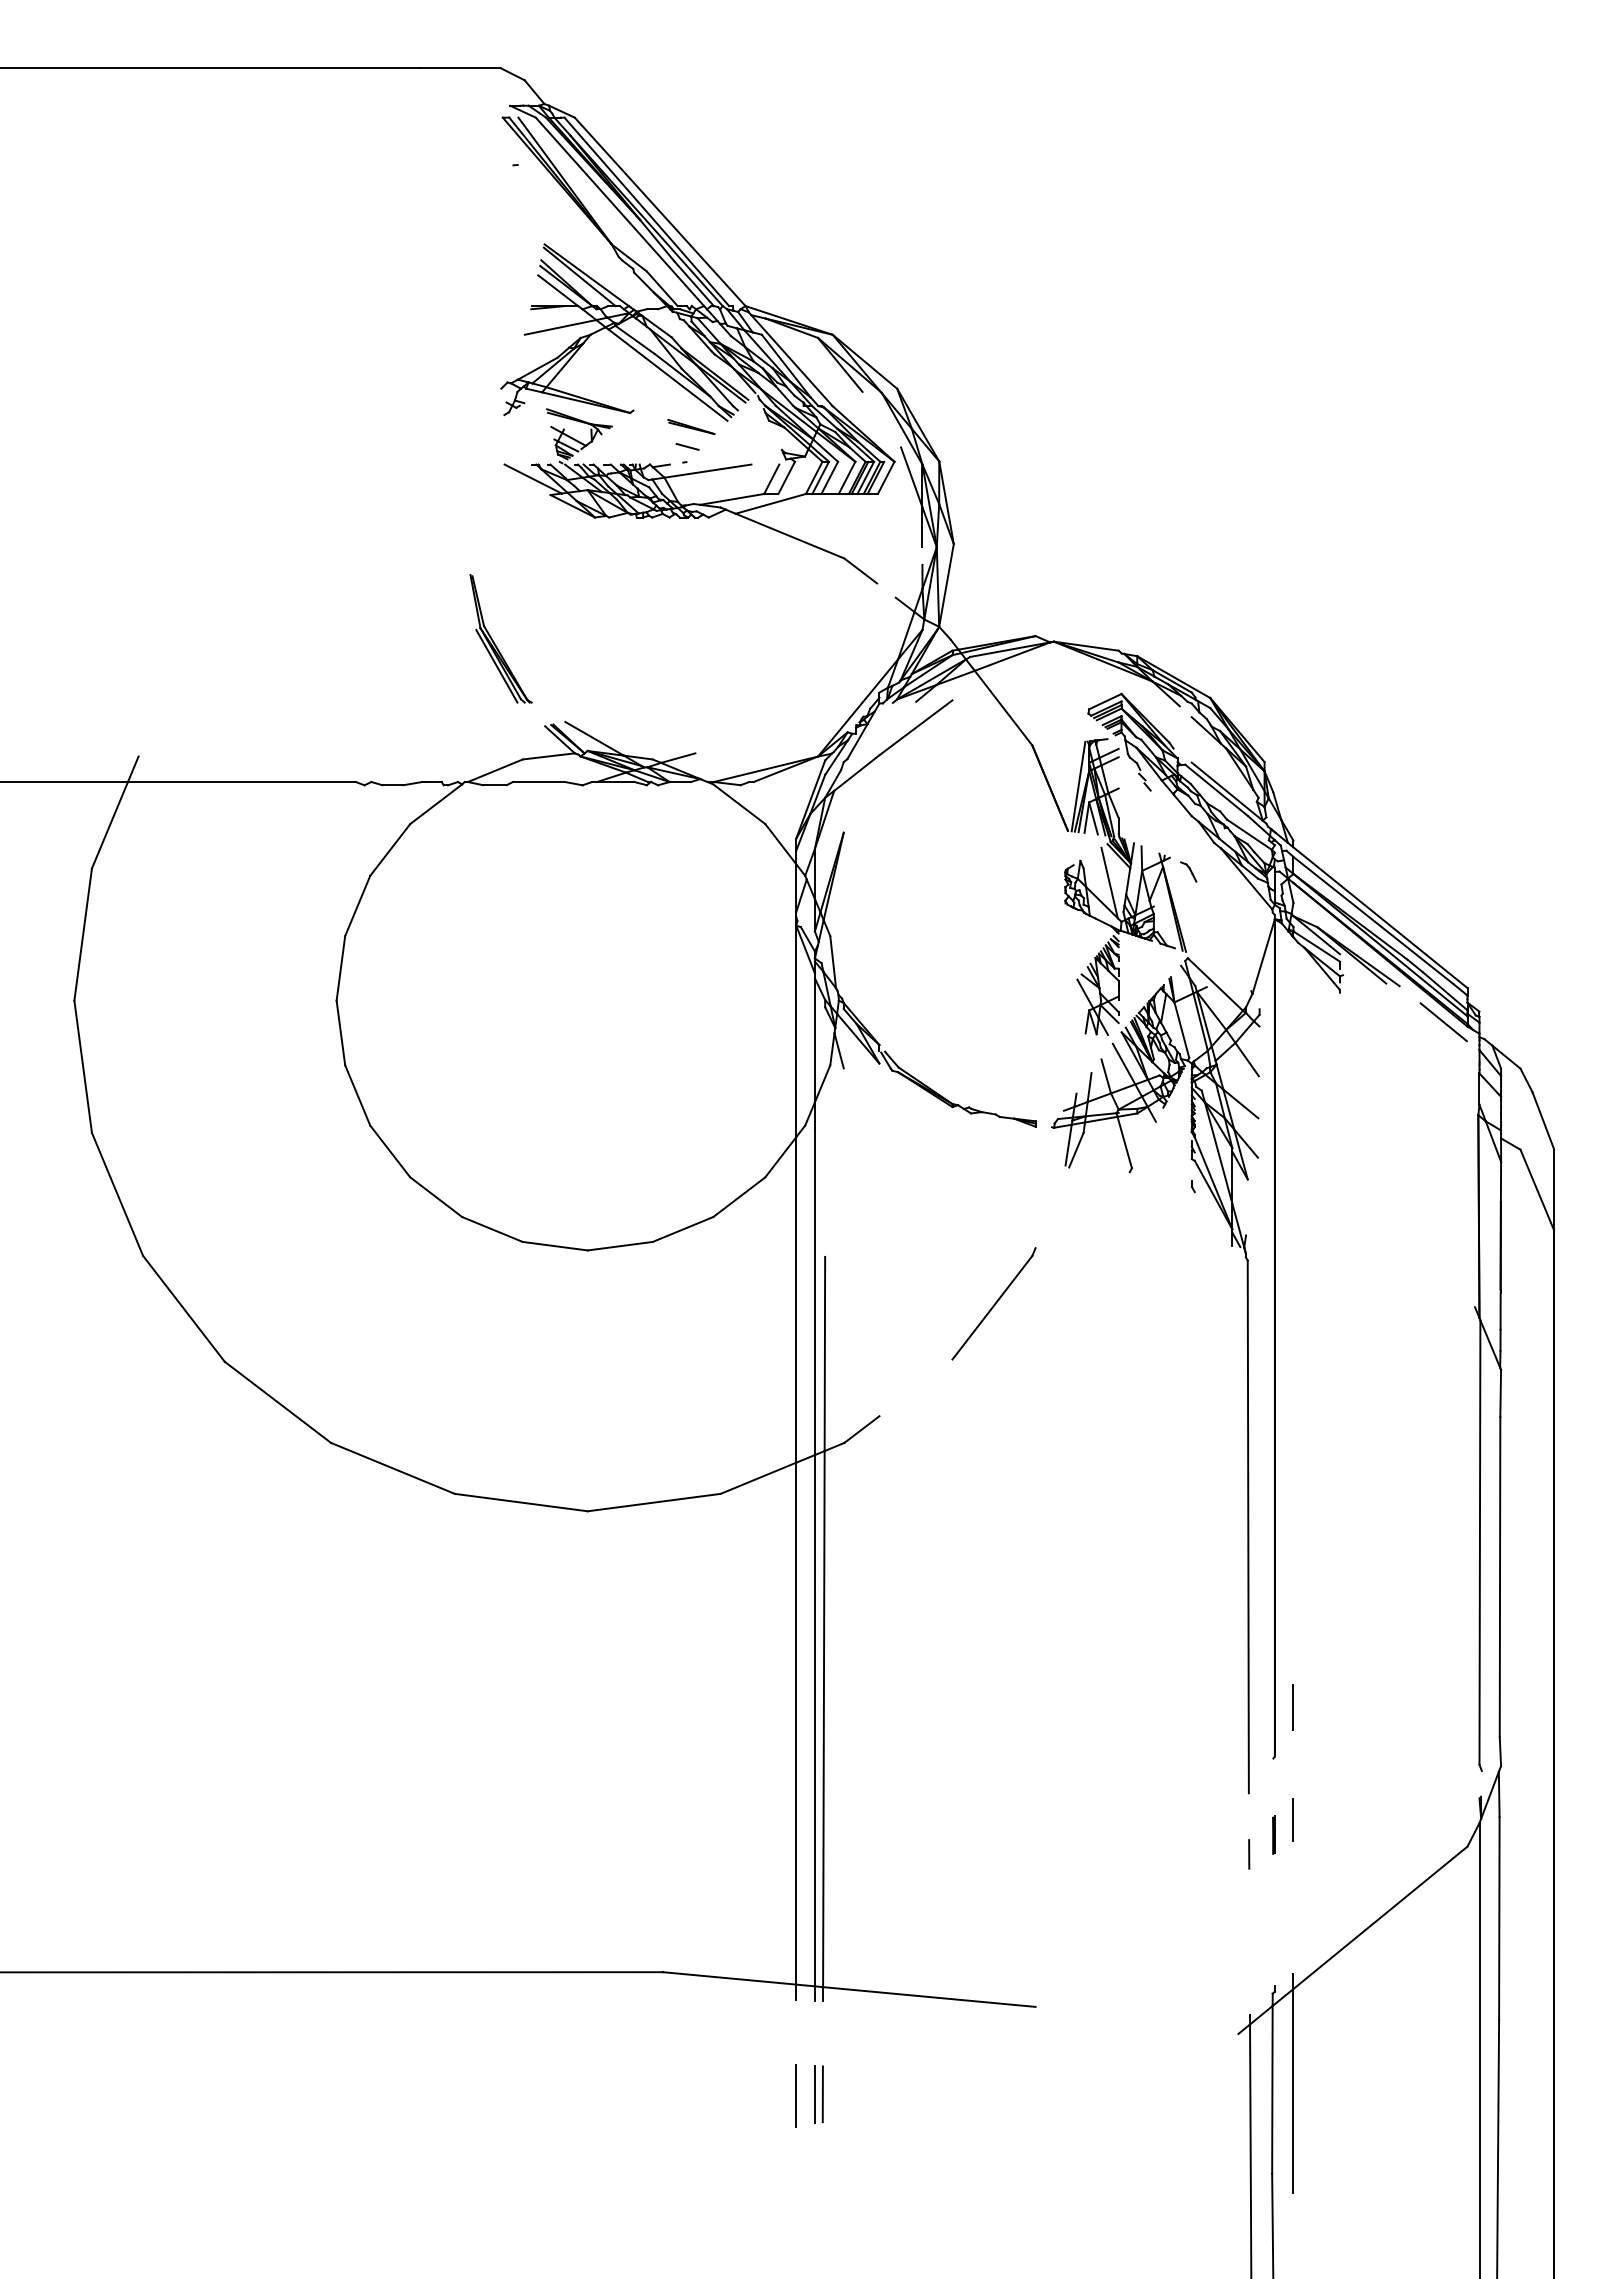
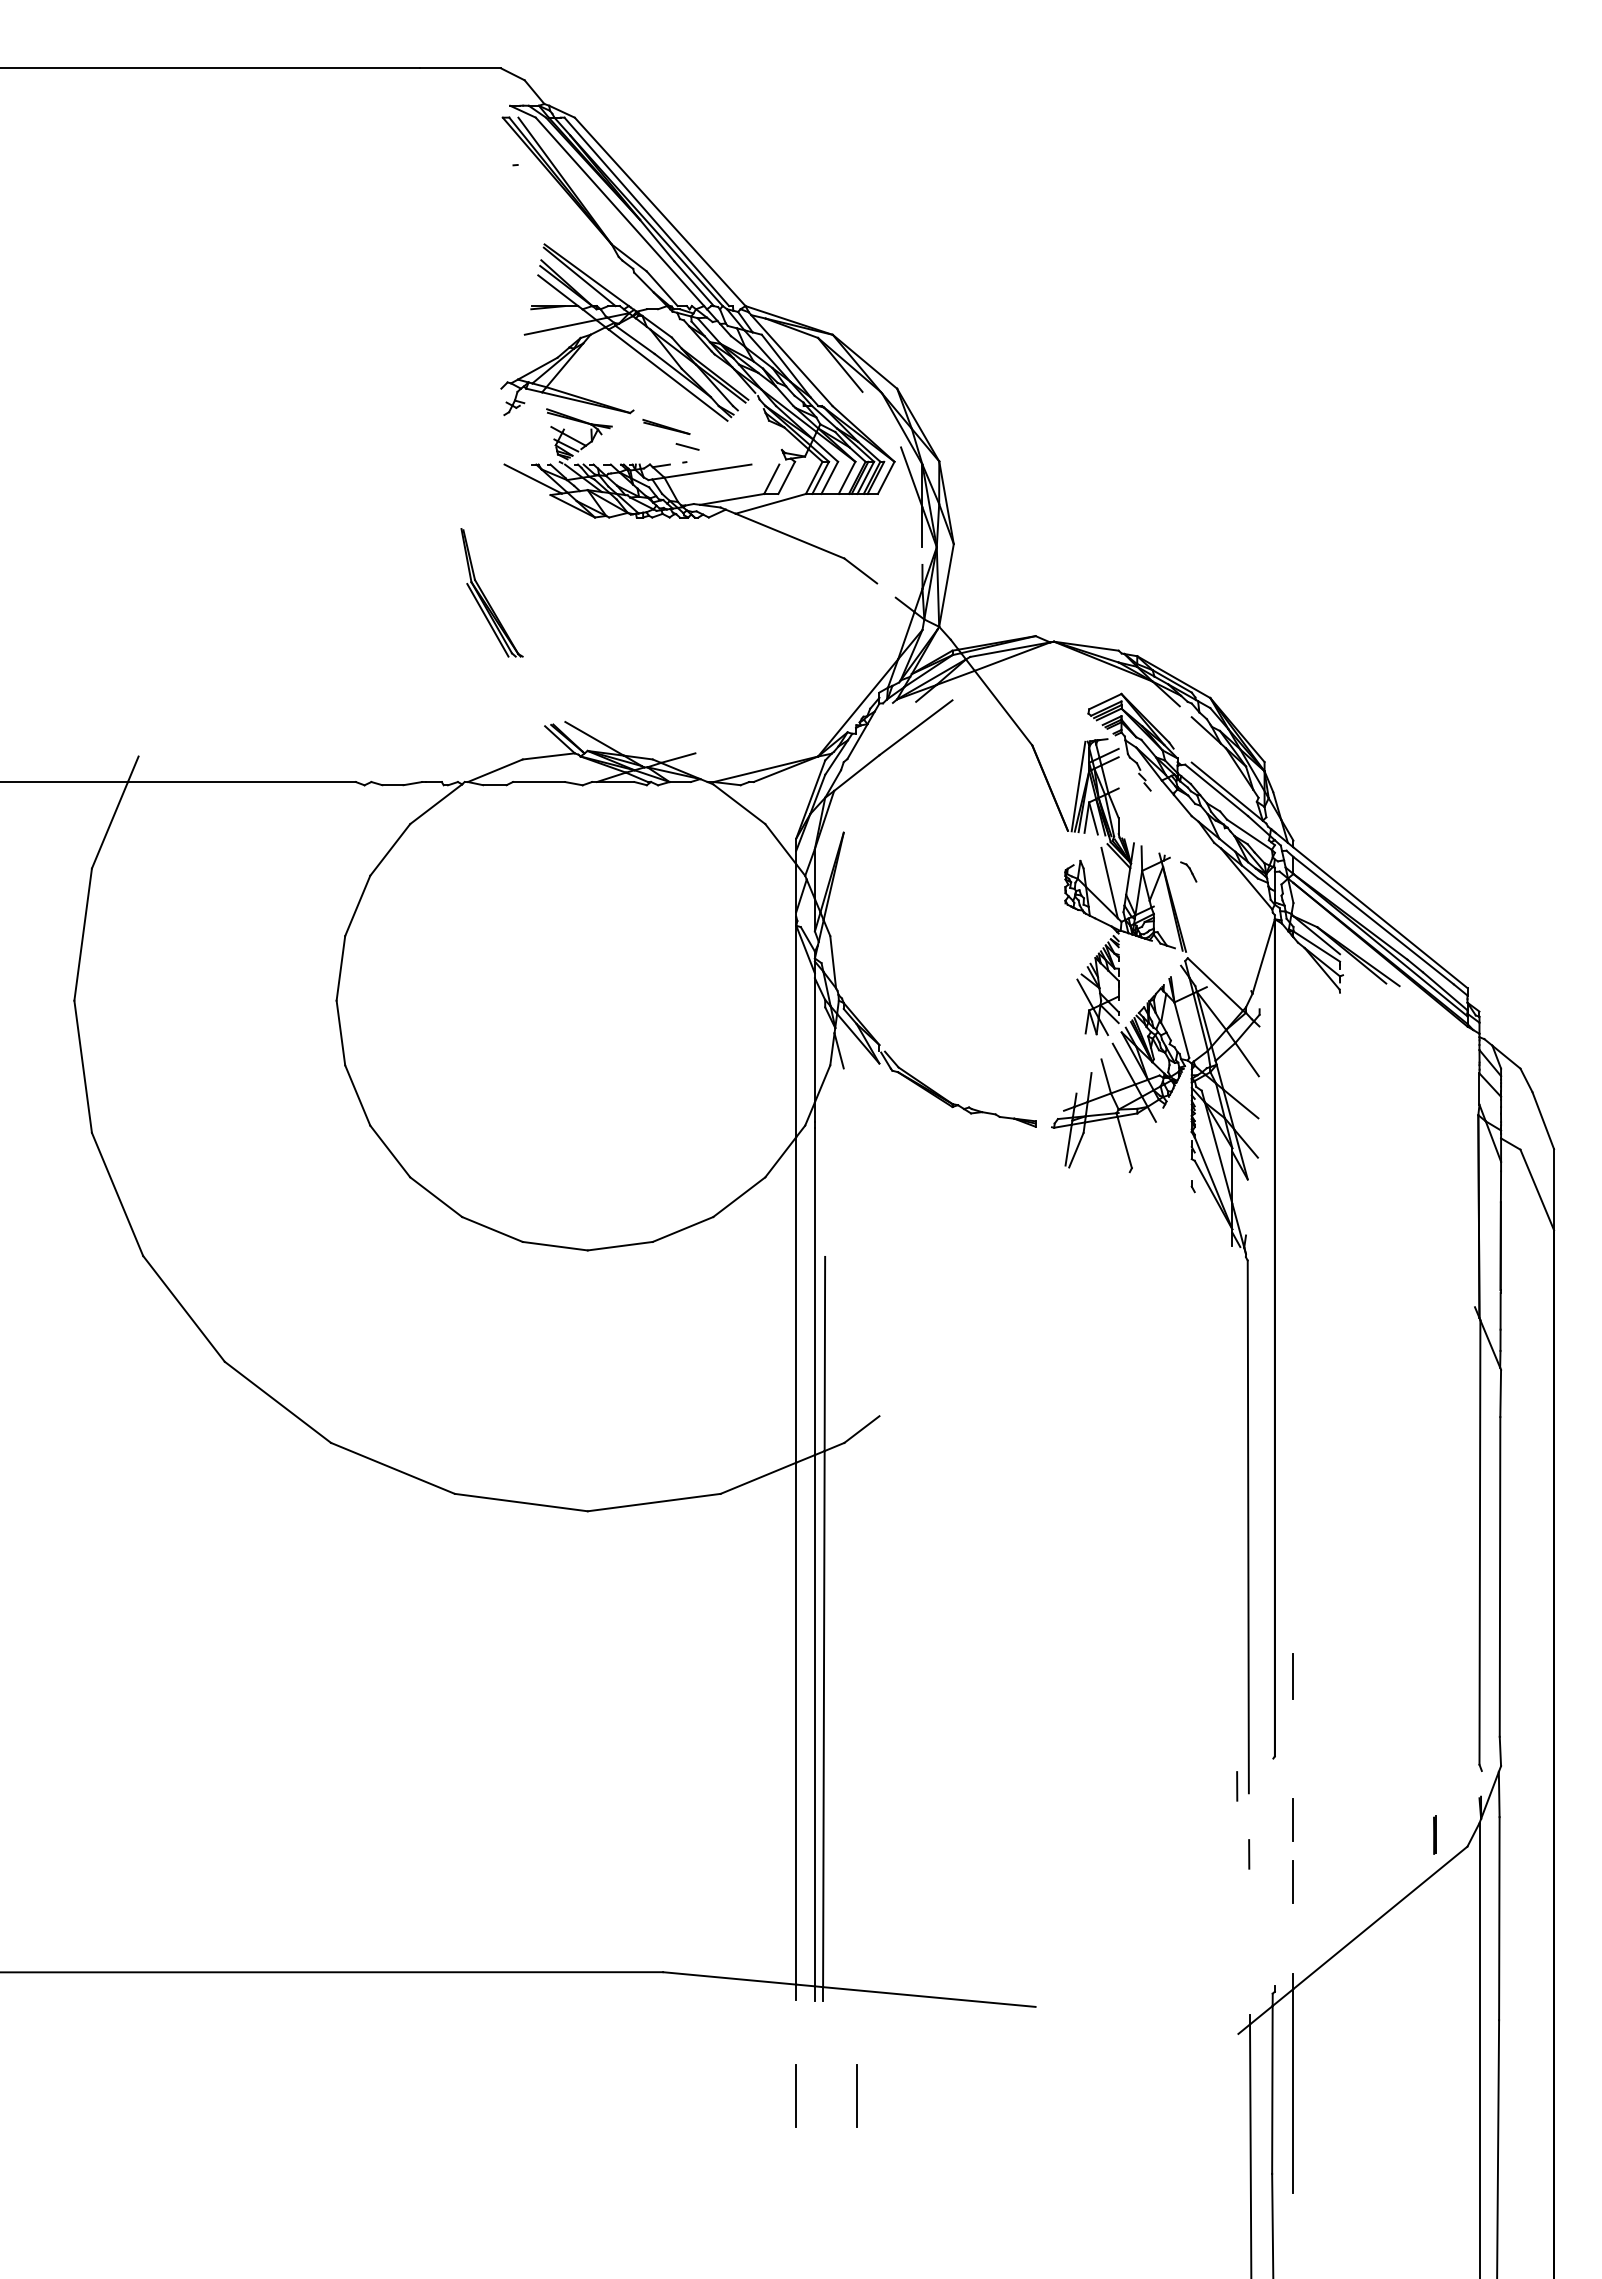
part at (691, 427) position: (691, 427) -> (666, 427)
part at (494, 641) position: (494, 641) -> (485, 595)
line at (1443, 1022): present -> none
part at (993, 1303): present -> none
line at (1292, 1707) position: (1292, 1707) -> (1292, 1676)
line at (1237, 1786): none -> present
line at (1273, 1834) position: (1273, 1834) -> (1434, 1834)
line at (1292, 1881): none -> present
part at (818, 2094): present -> none
line at (856, 2095): none -> present
